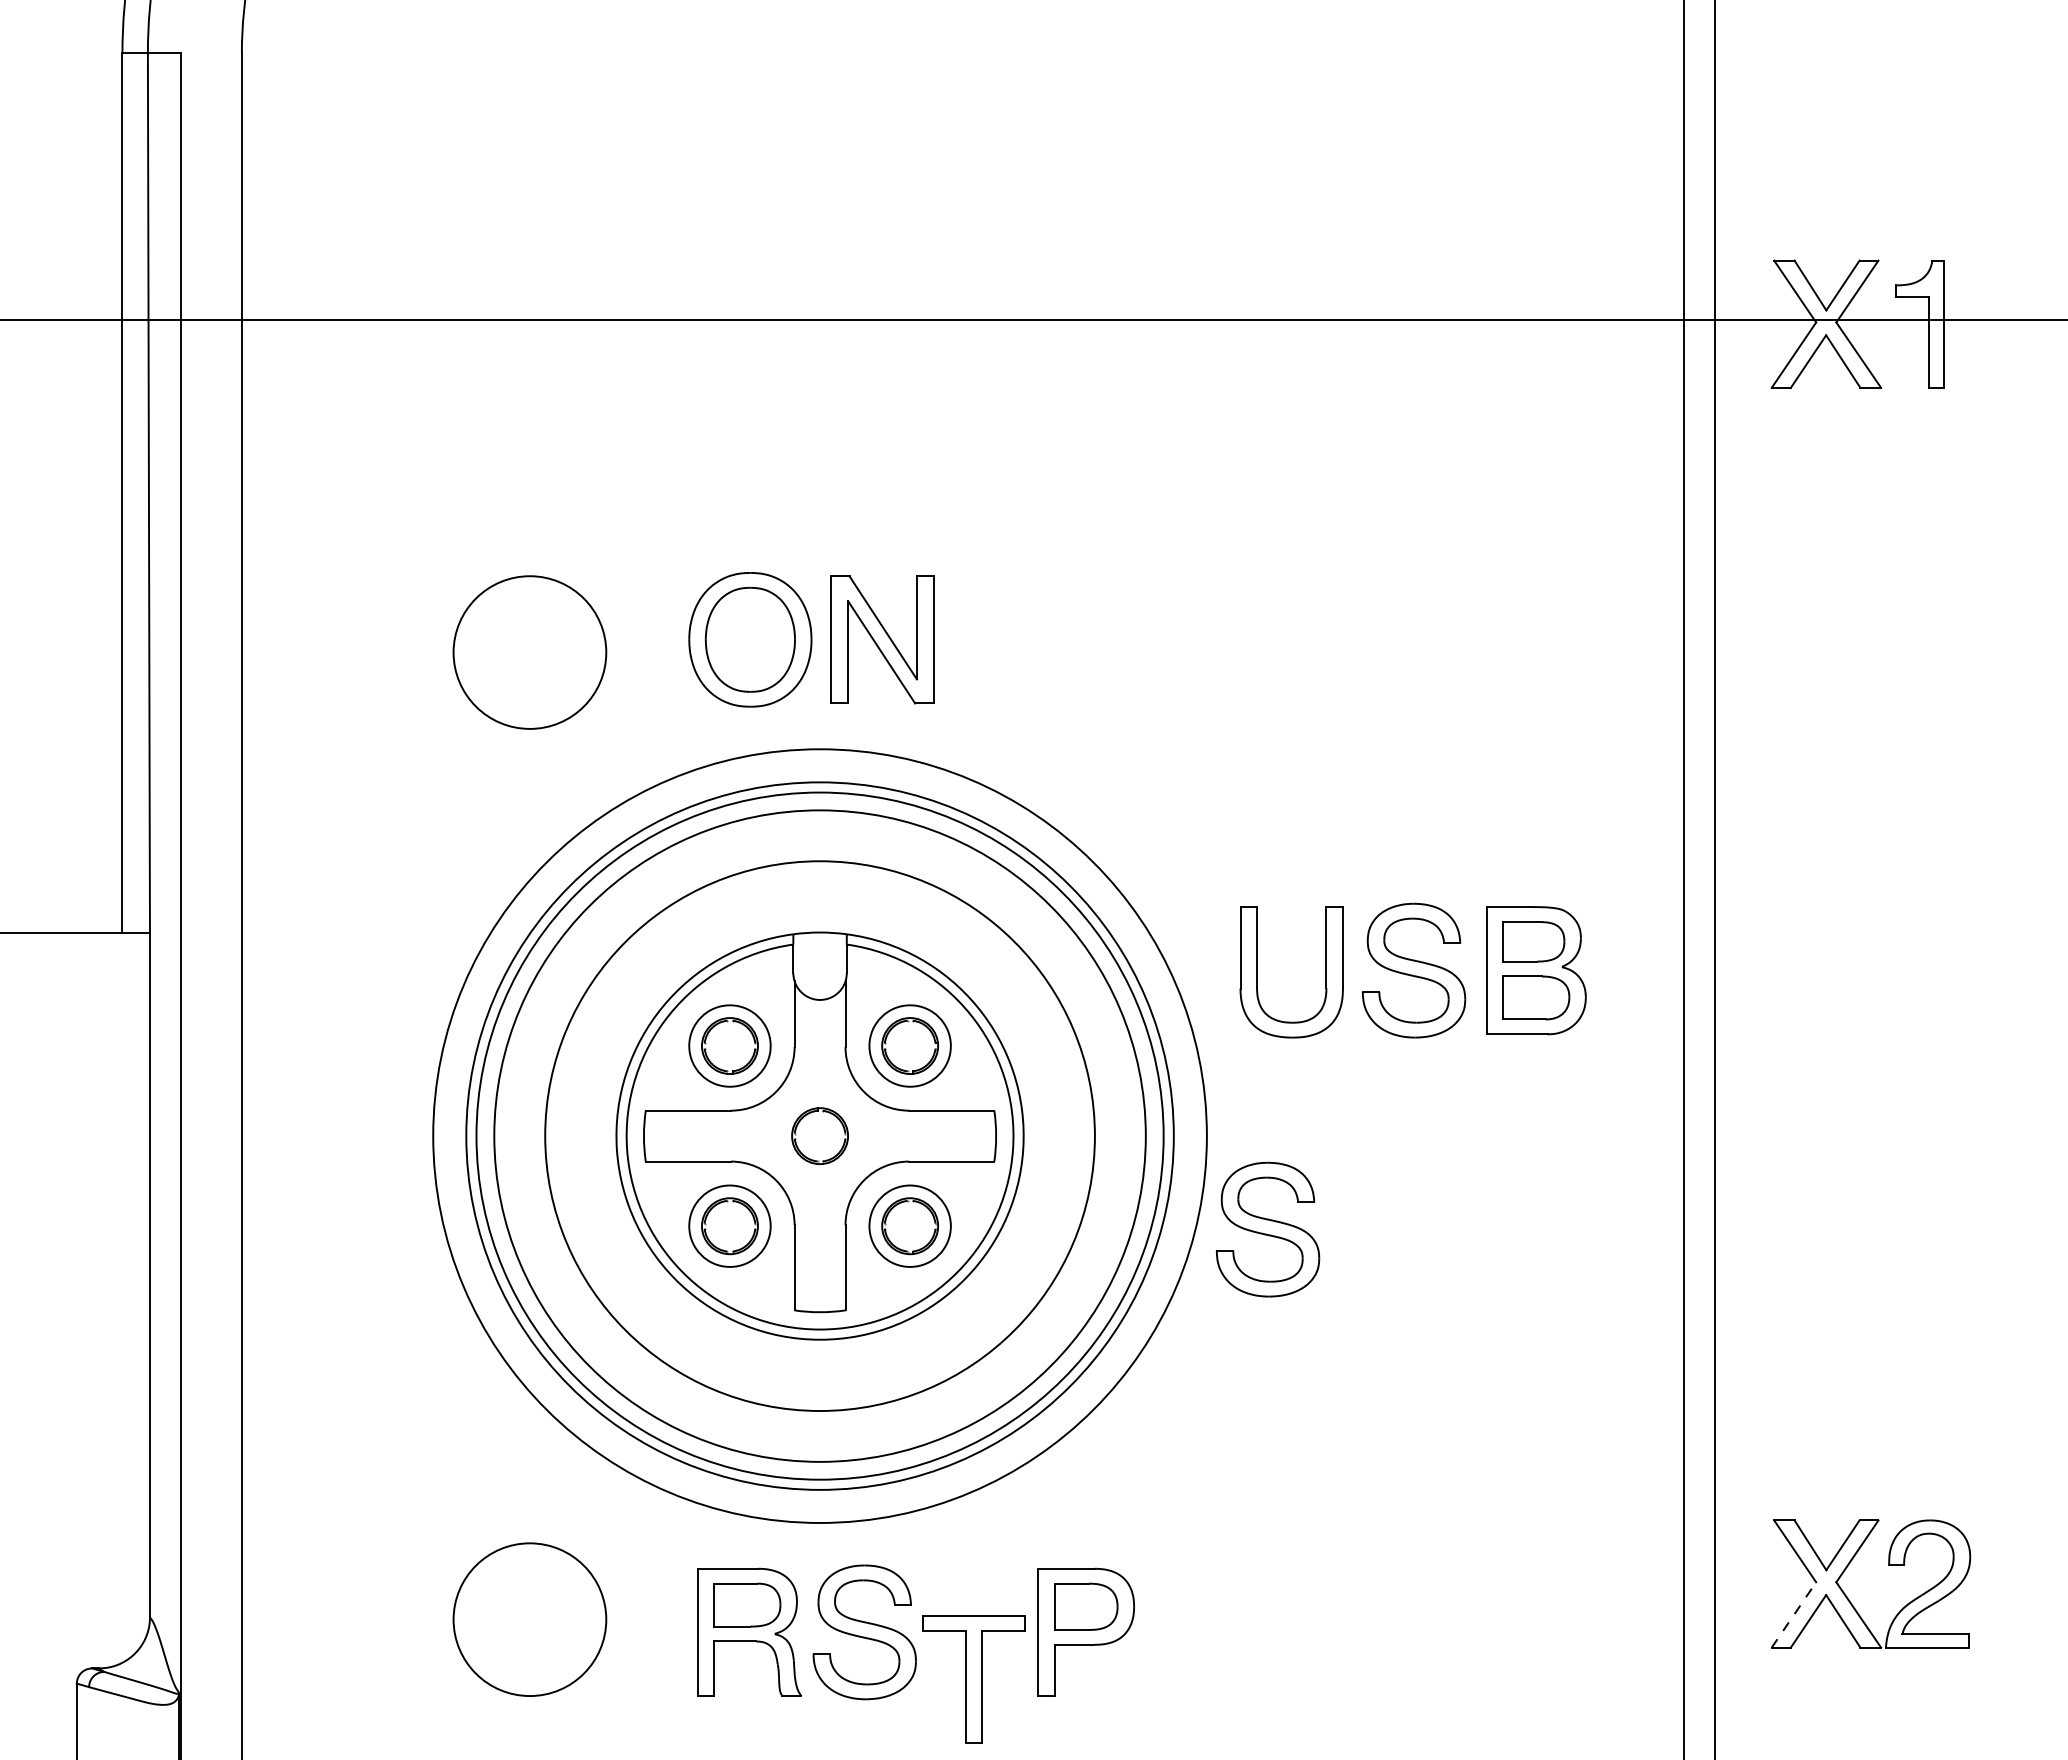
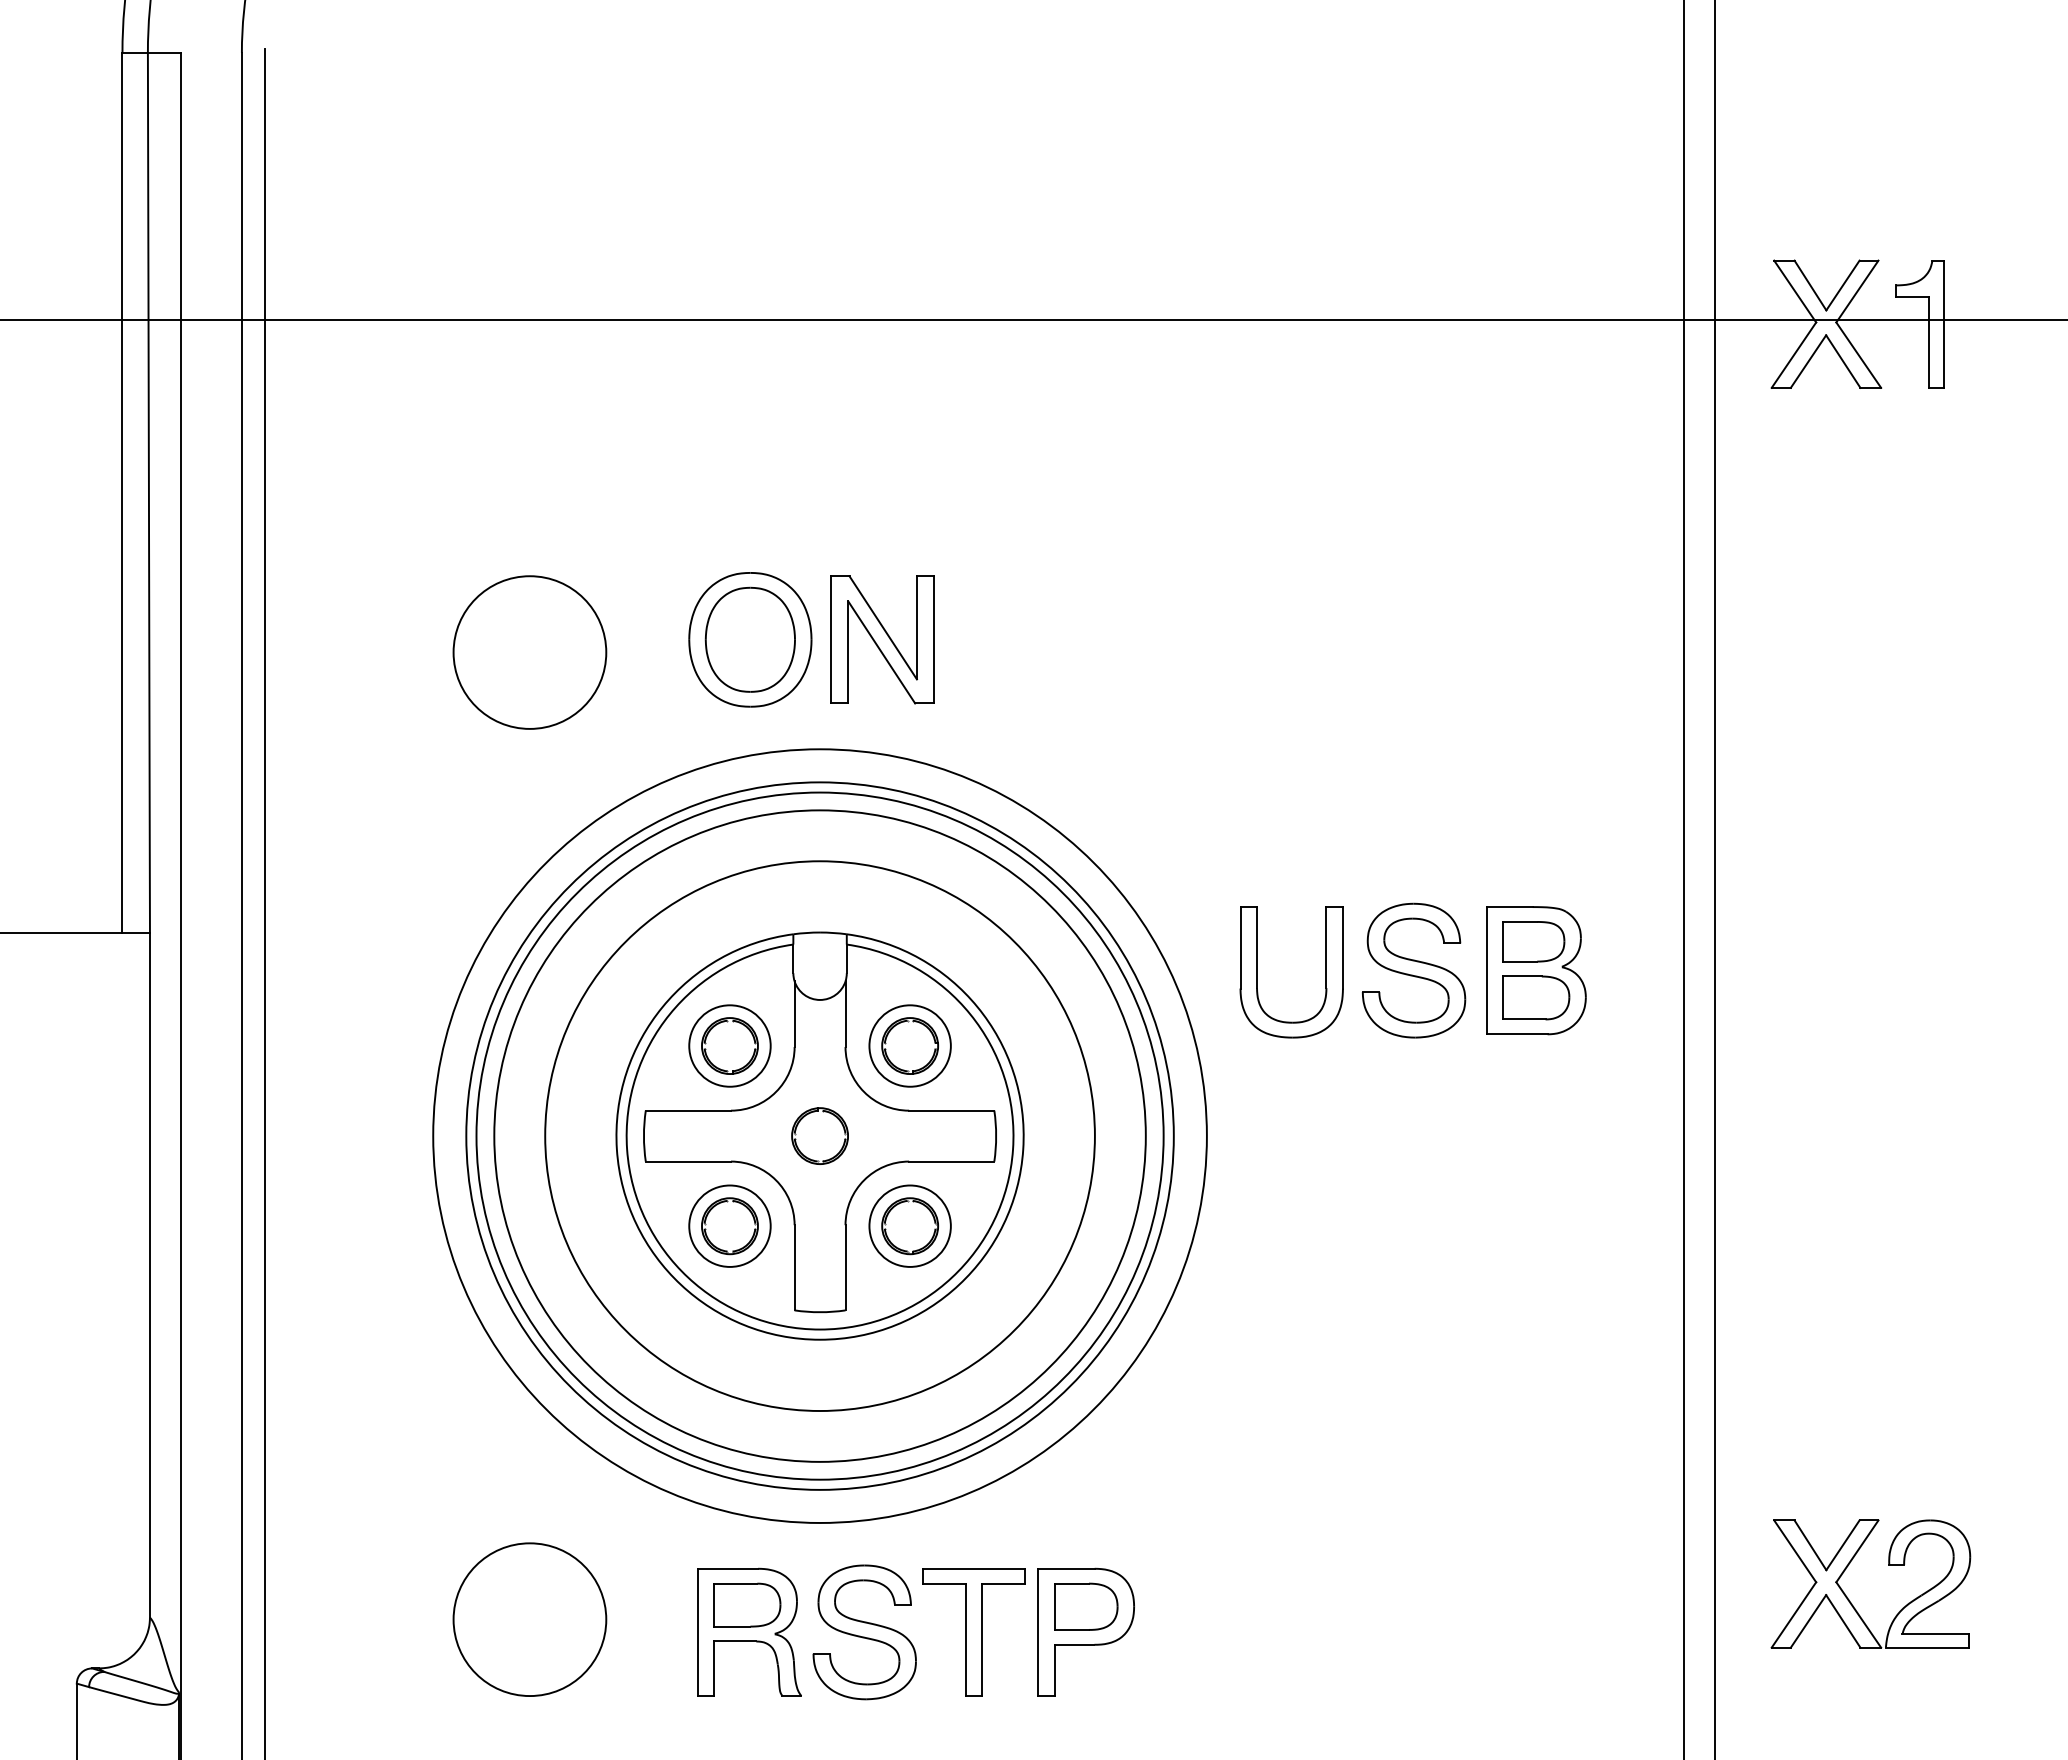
line at (265, 902): none -> present
part at (1267, 1229): present -> none
line at (1793, 1614): dashed -> solid
part at (973, 1679) position: (973, 1679) -> (973, 1632)
